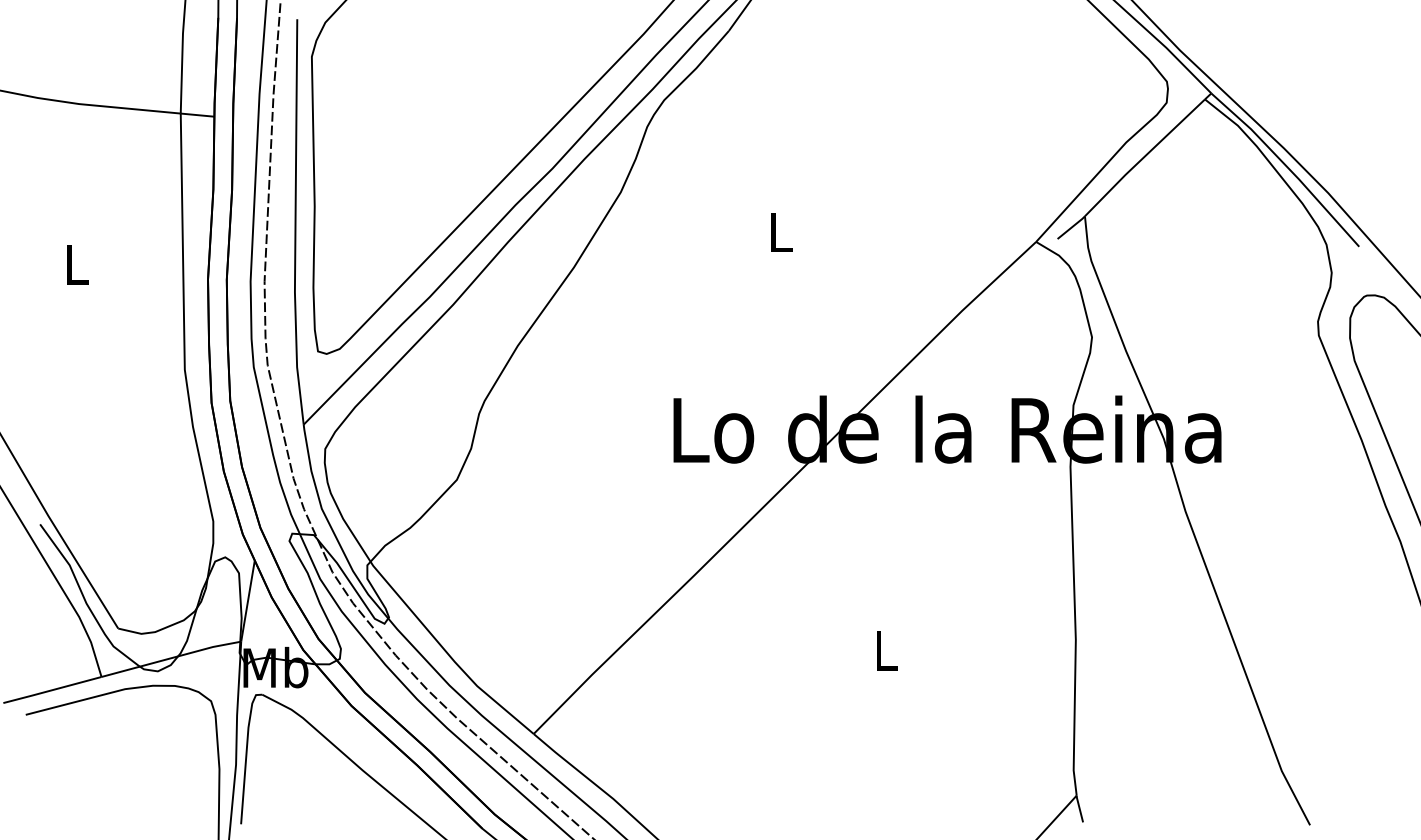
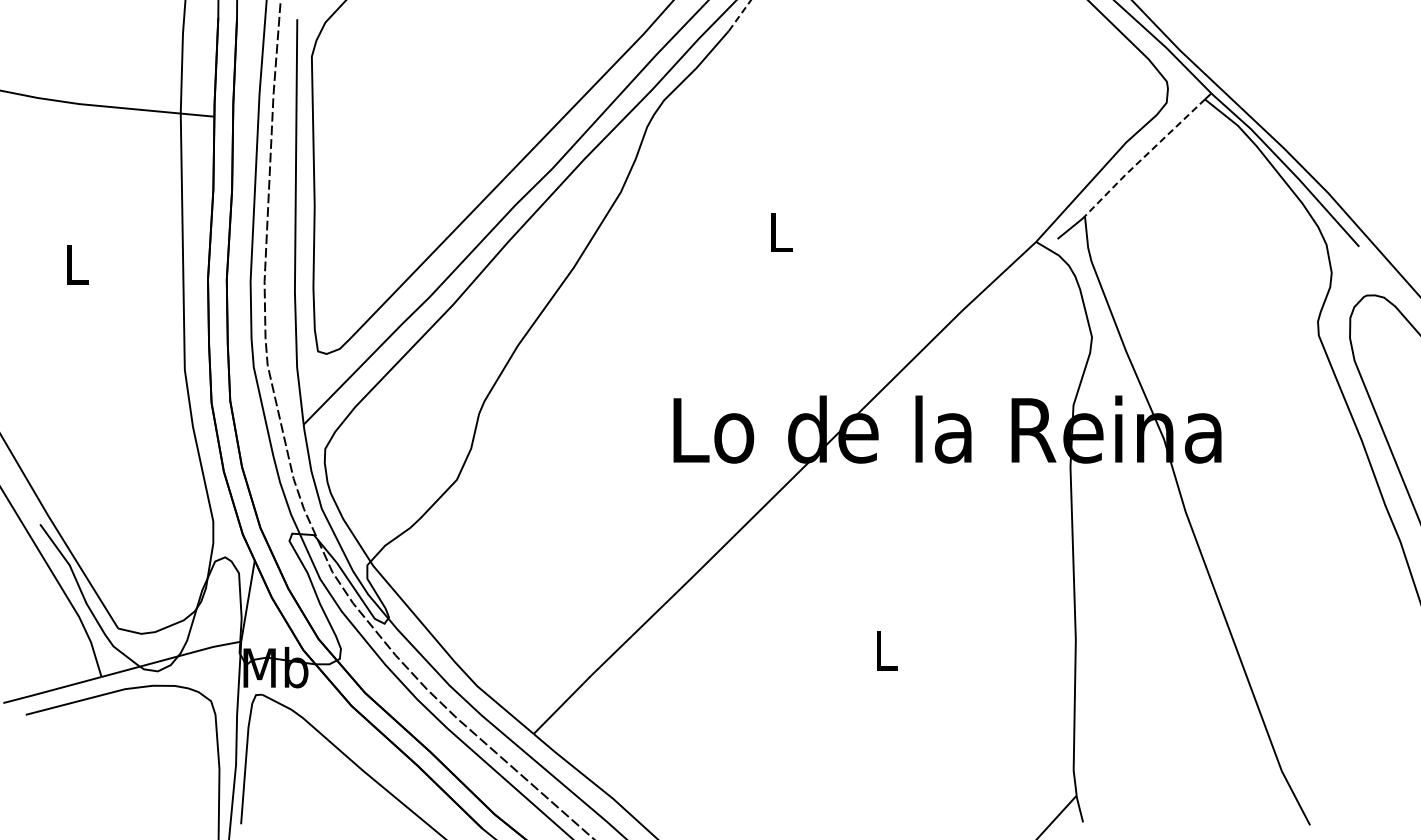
line at (740, 15): solid -> dashed
line at (1143, 157): solid -> dashed
